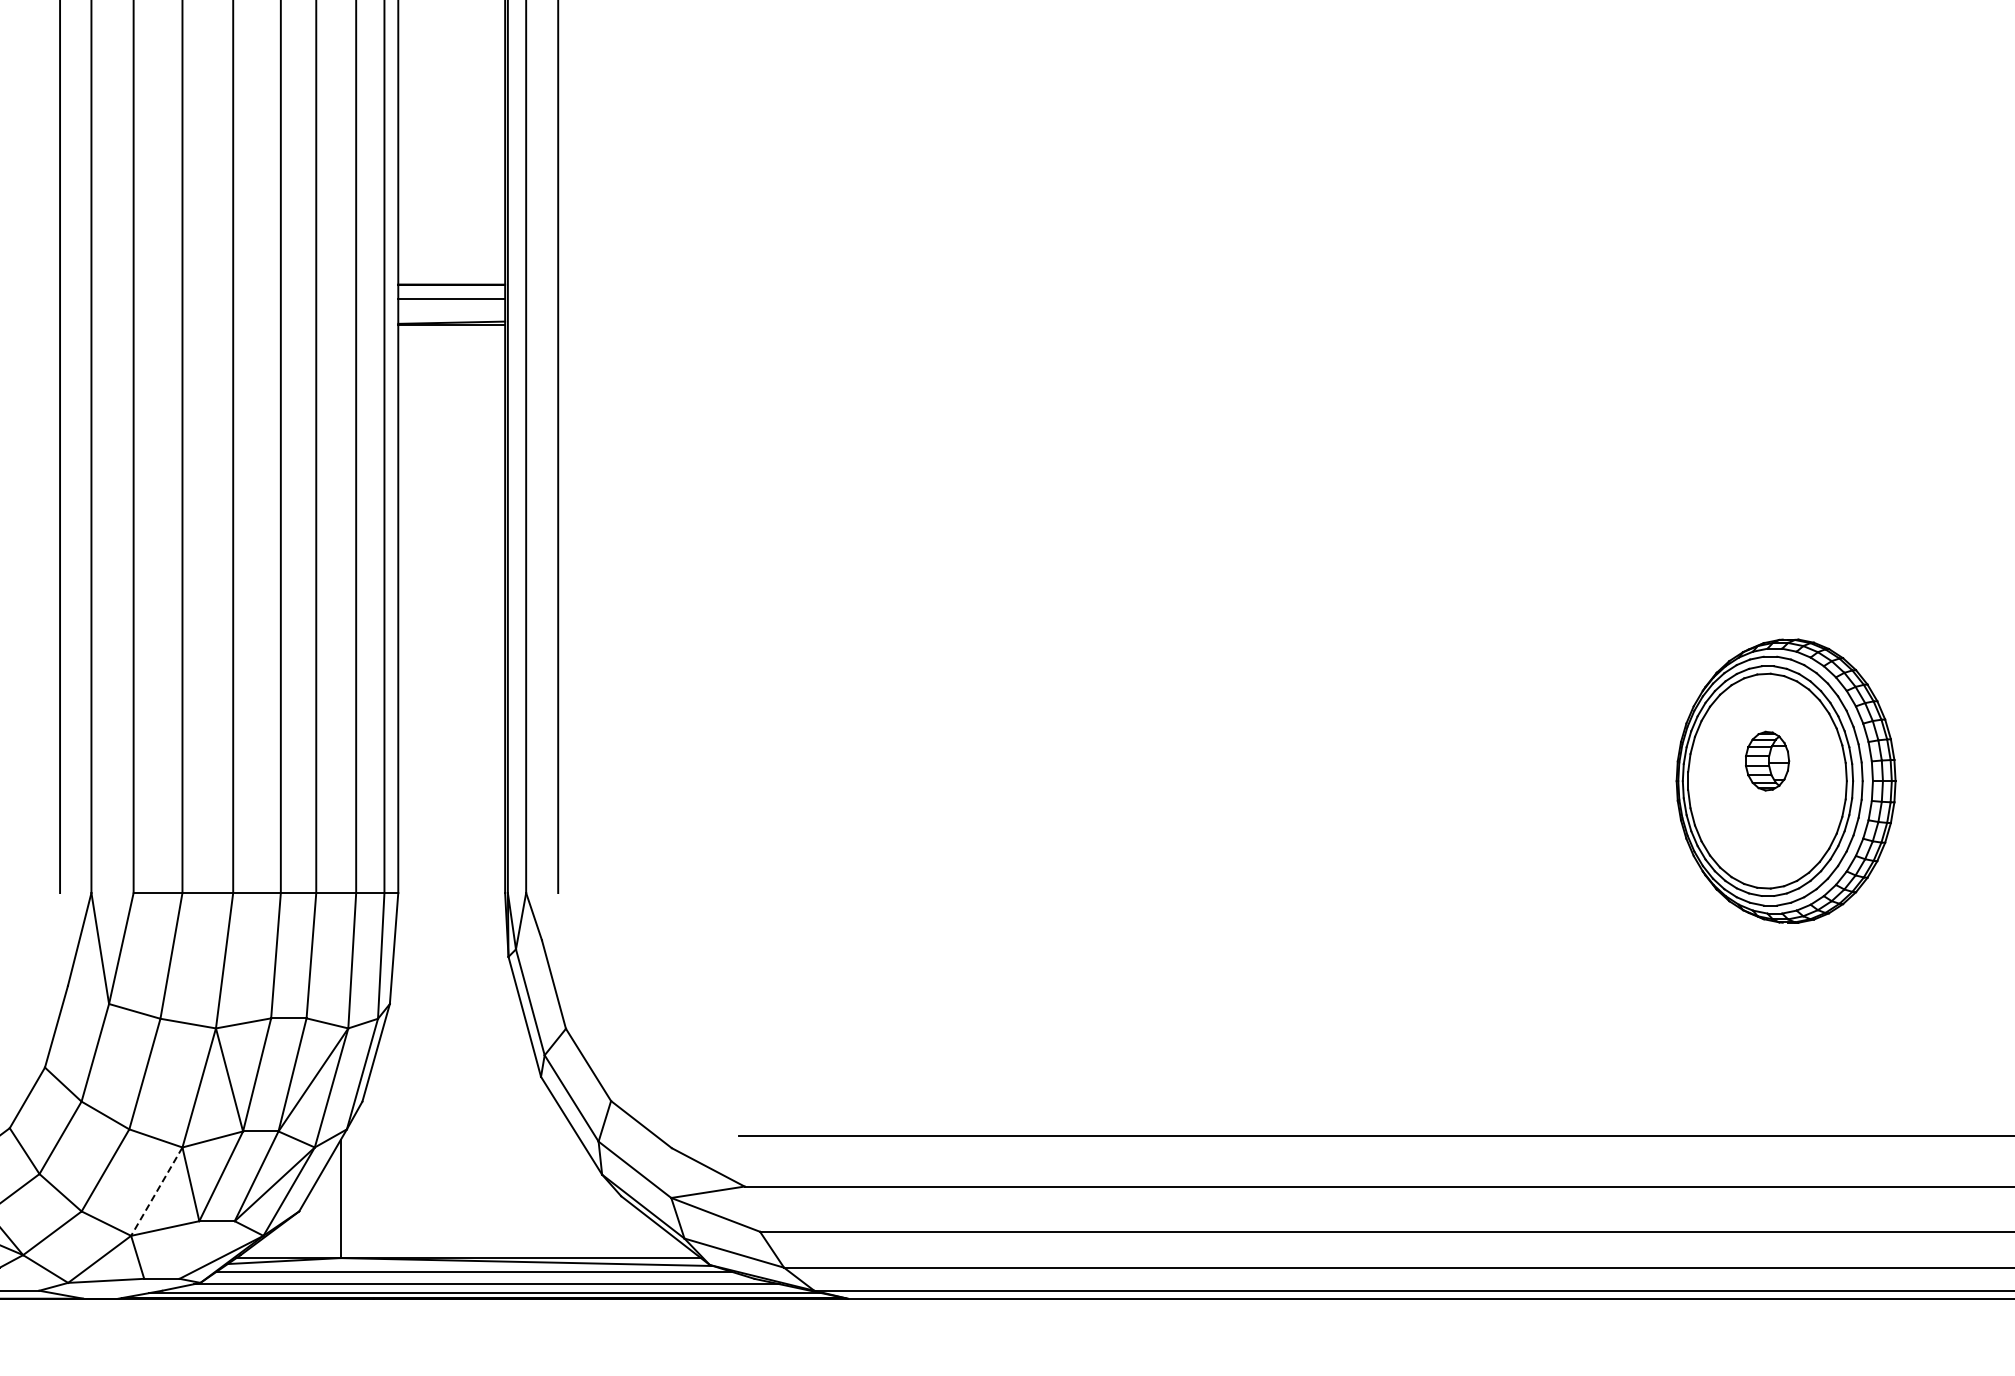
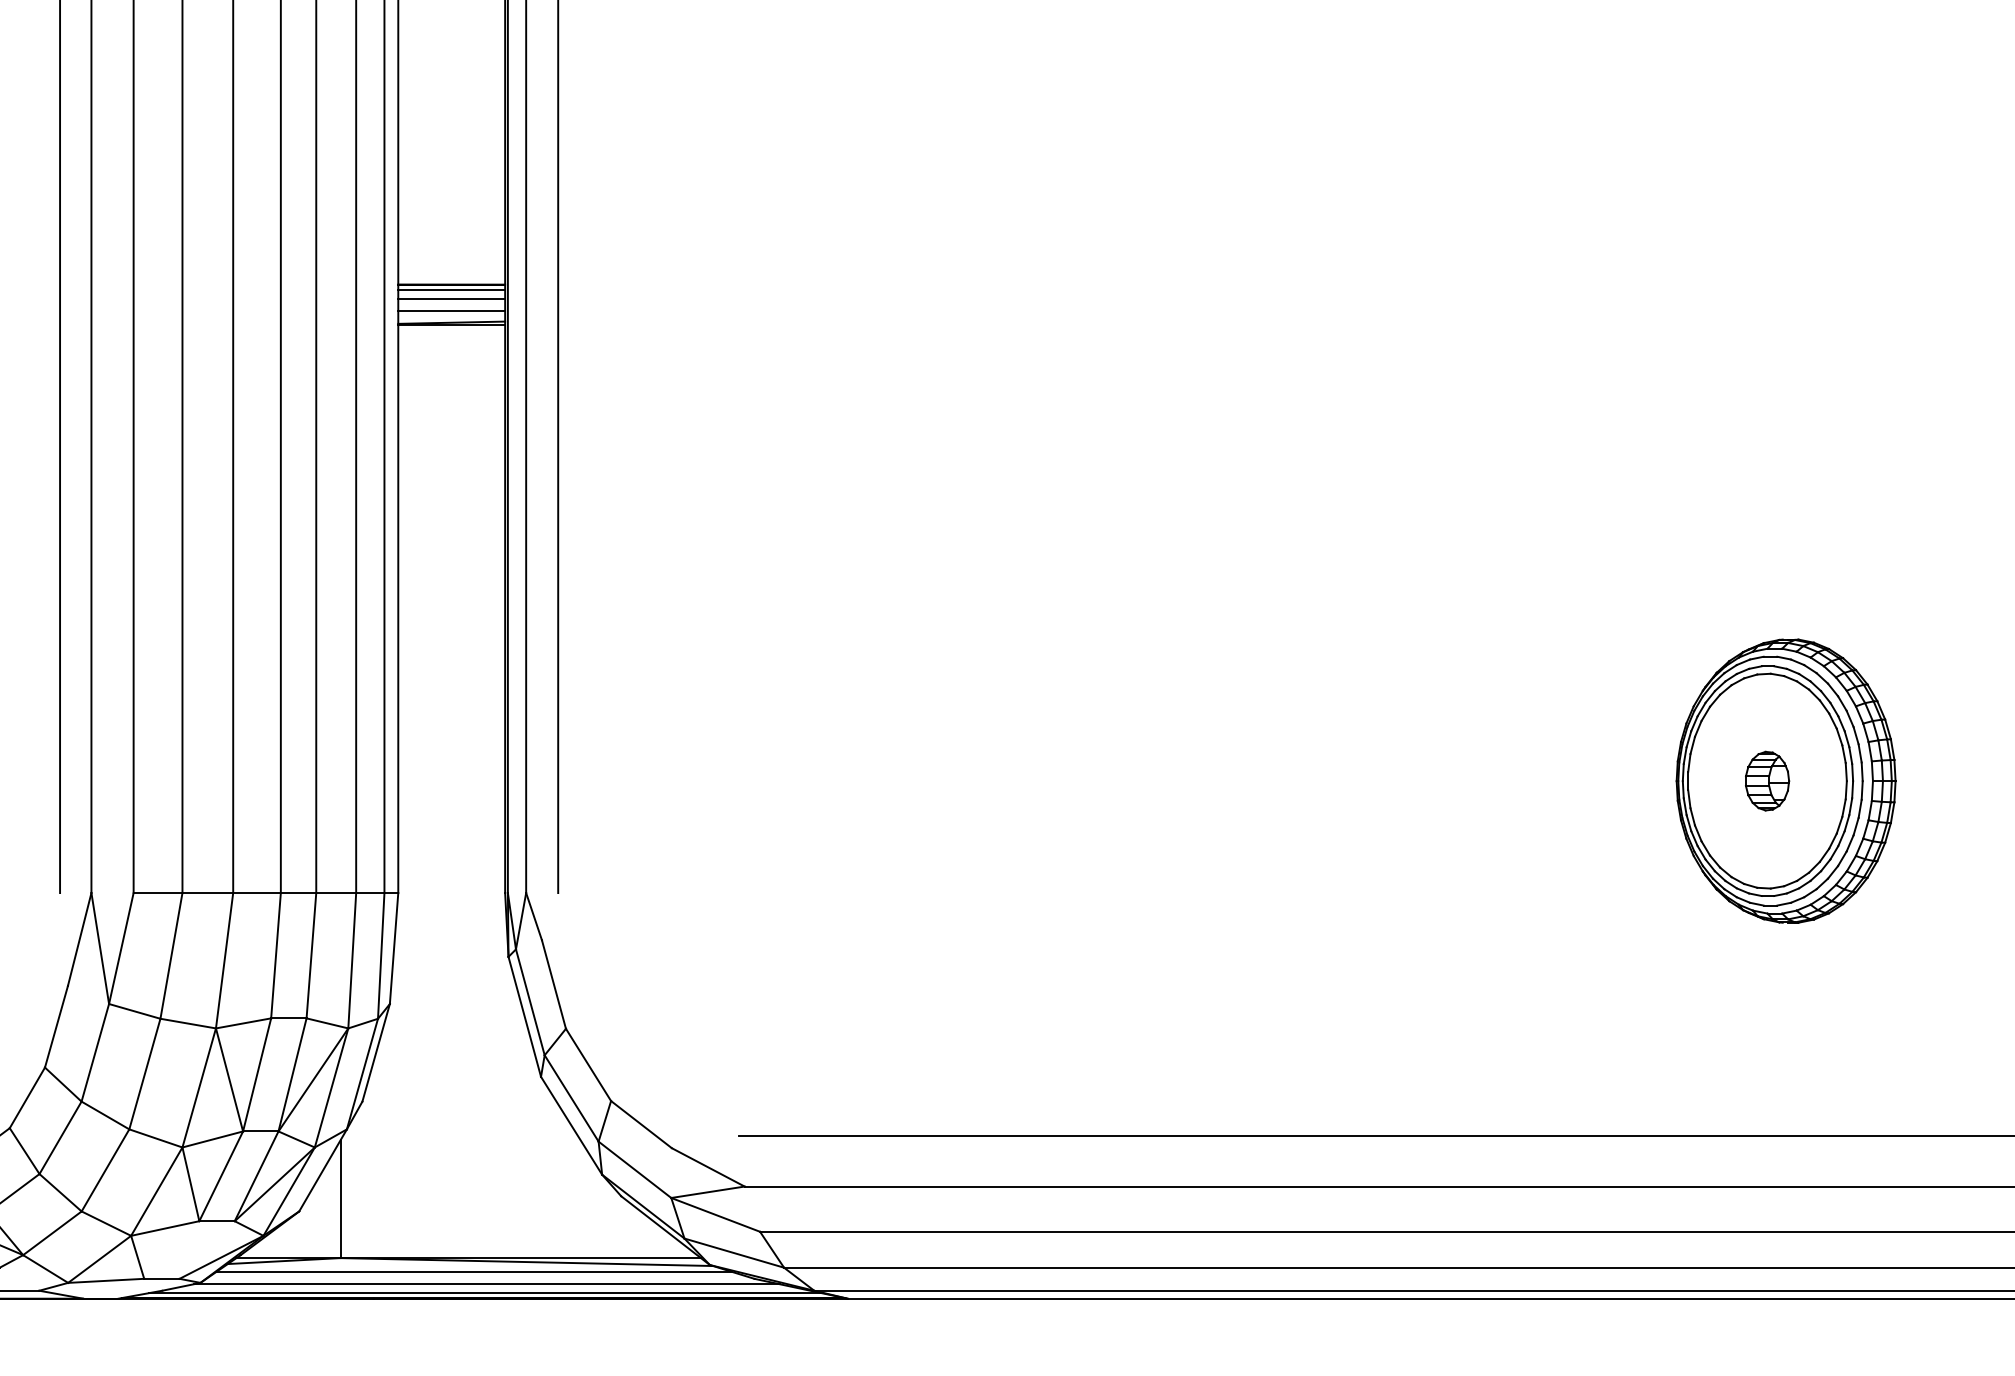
line at (451, 289): none -> present
line at (451, 311): none -> present
part at (1767, 760) position: (1767, 760) -> (1767, 780)
line at (156, 1192): dashed -> solid
